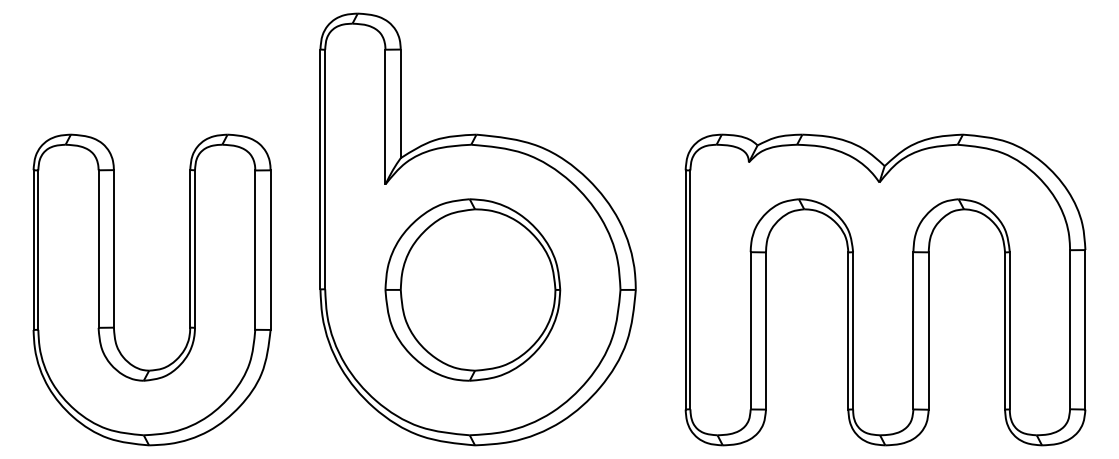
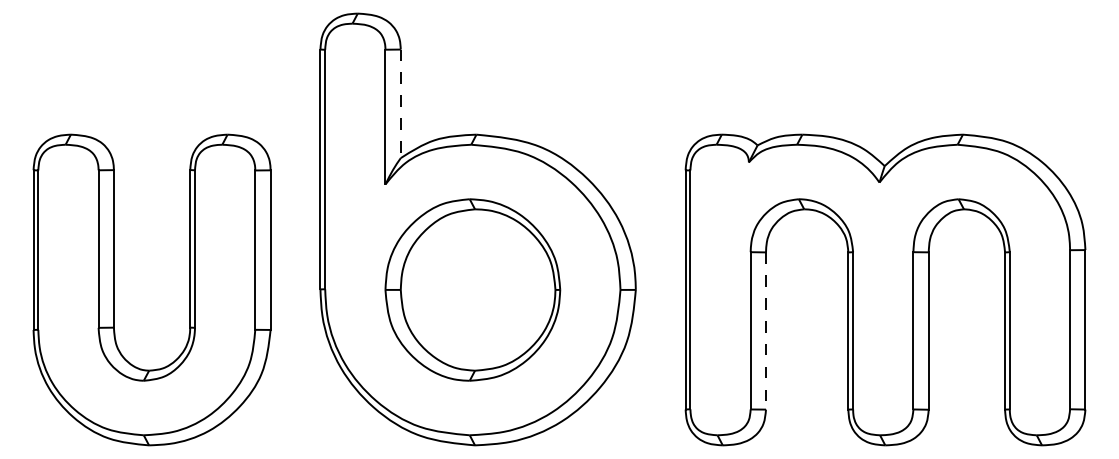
line at (400, 104): solid -> dashed
line at (766, 331): solid -> dashed
